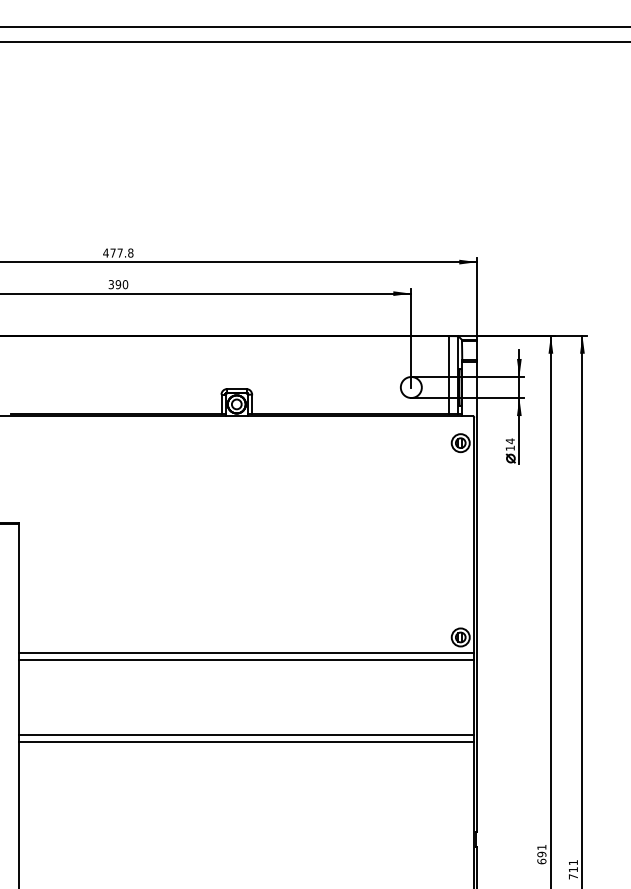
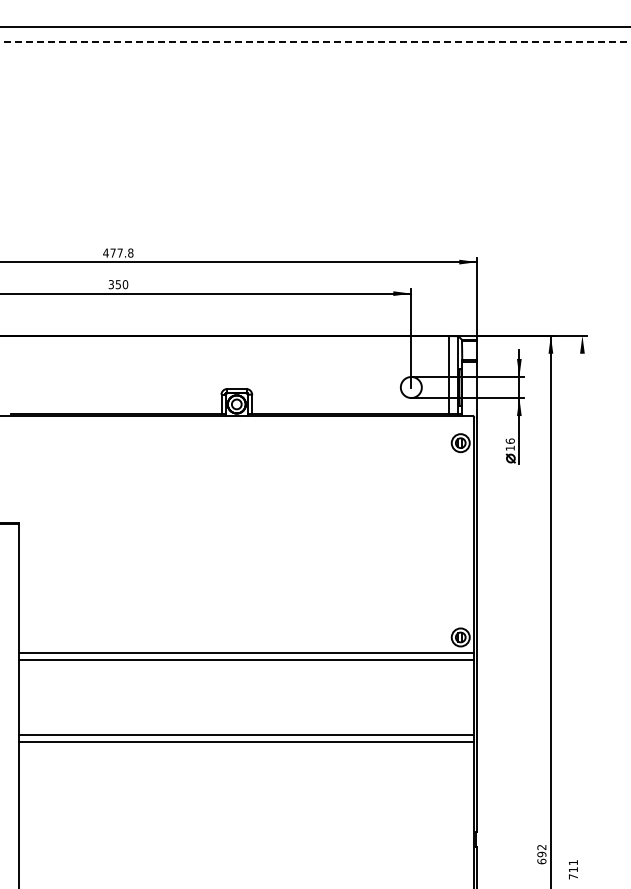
line at (315, 41): solid -> dashed
text at (118, 284): 390 -> 350
text at (509, 441): 14 -> 16
line at (582, 610): present -> none
text at (541, 847): 691 -> 692
